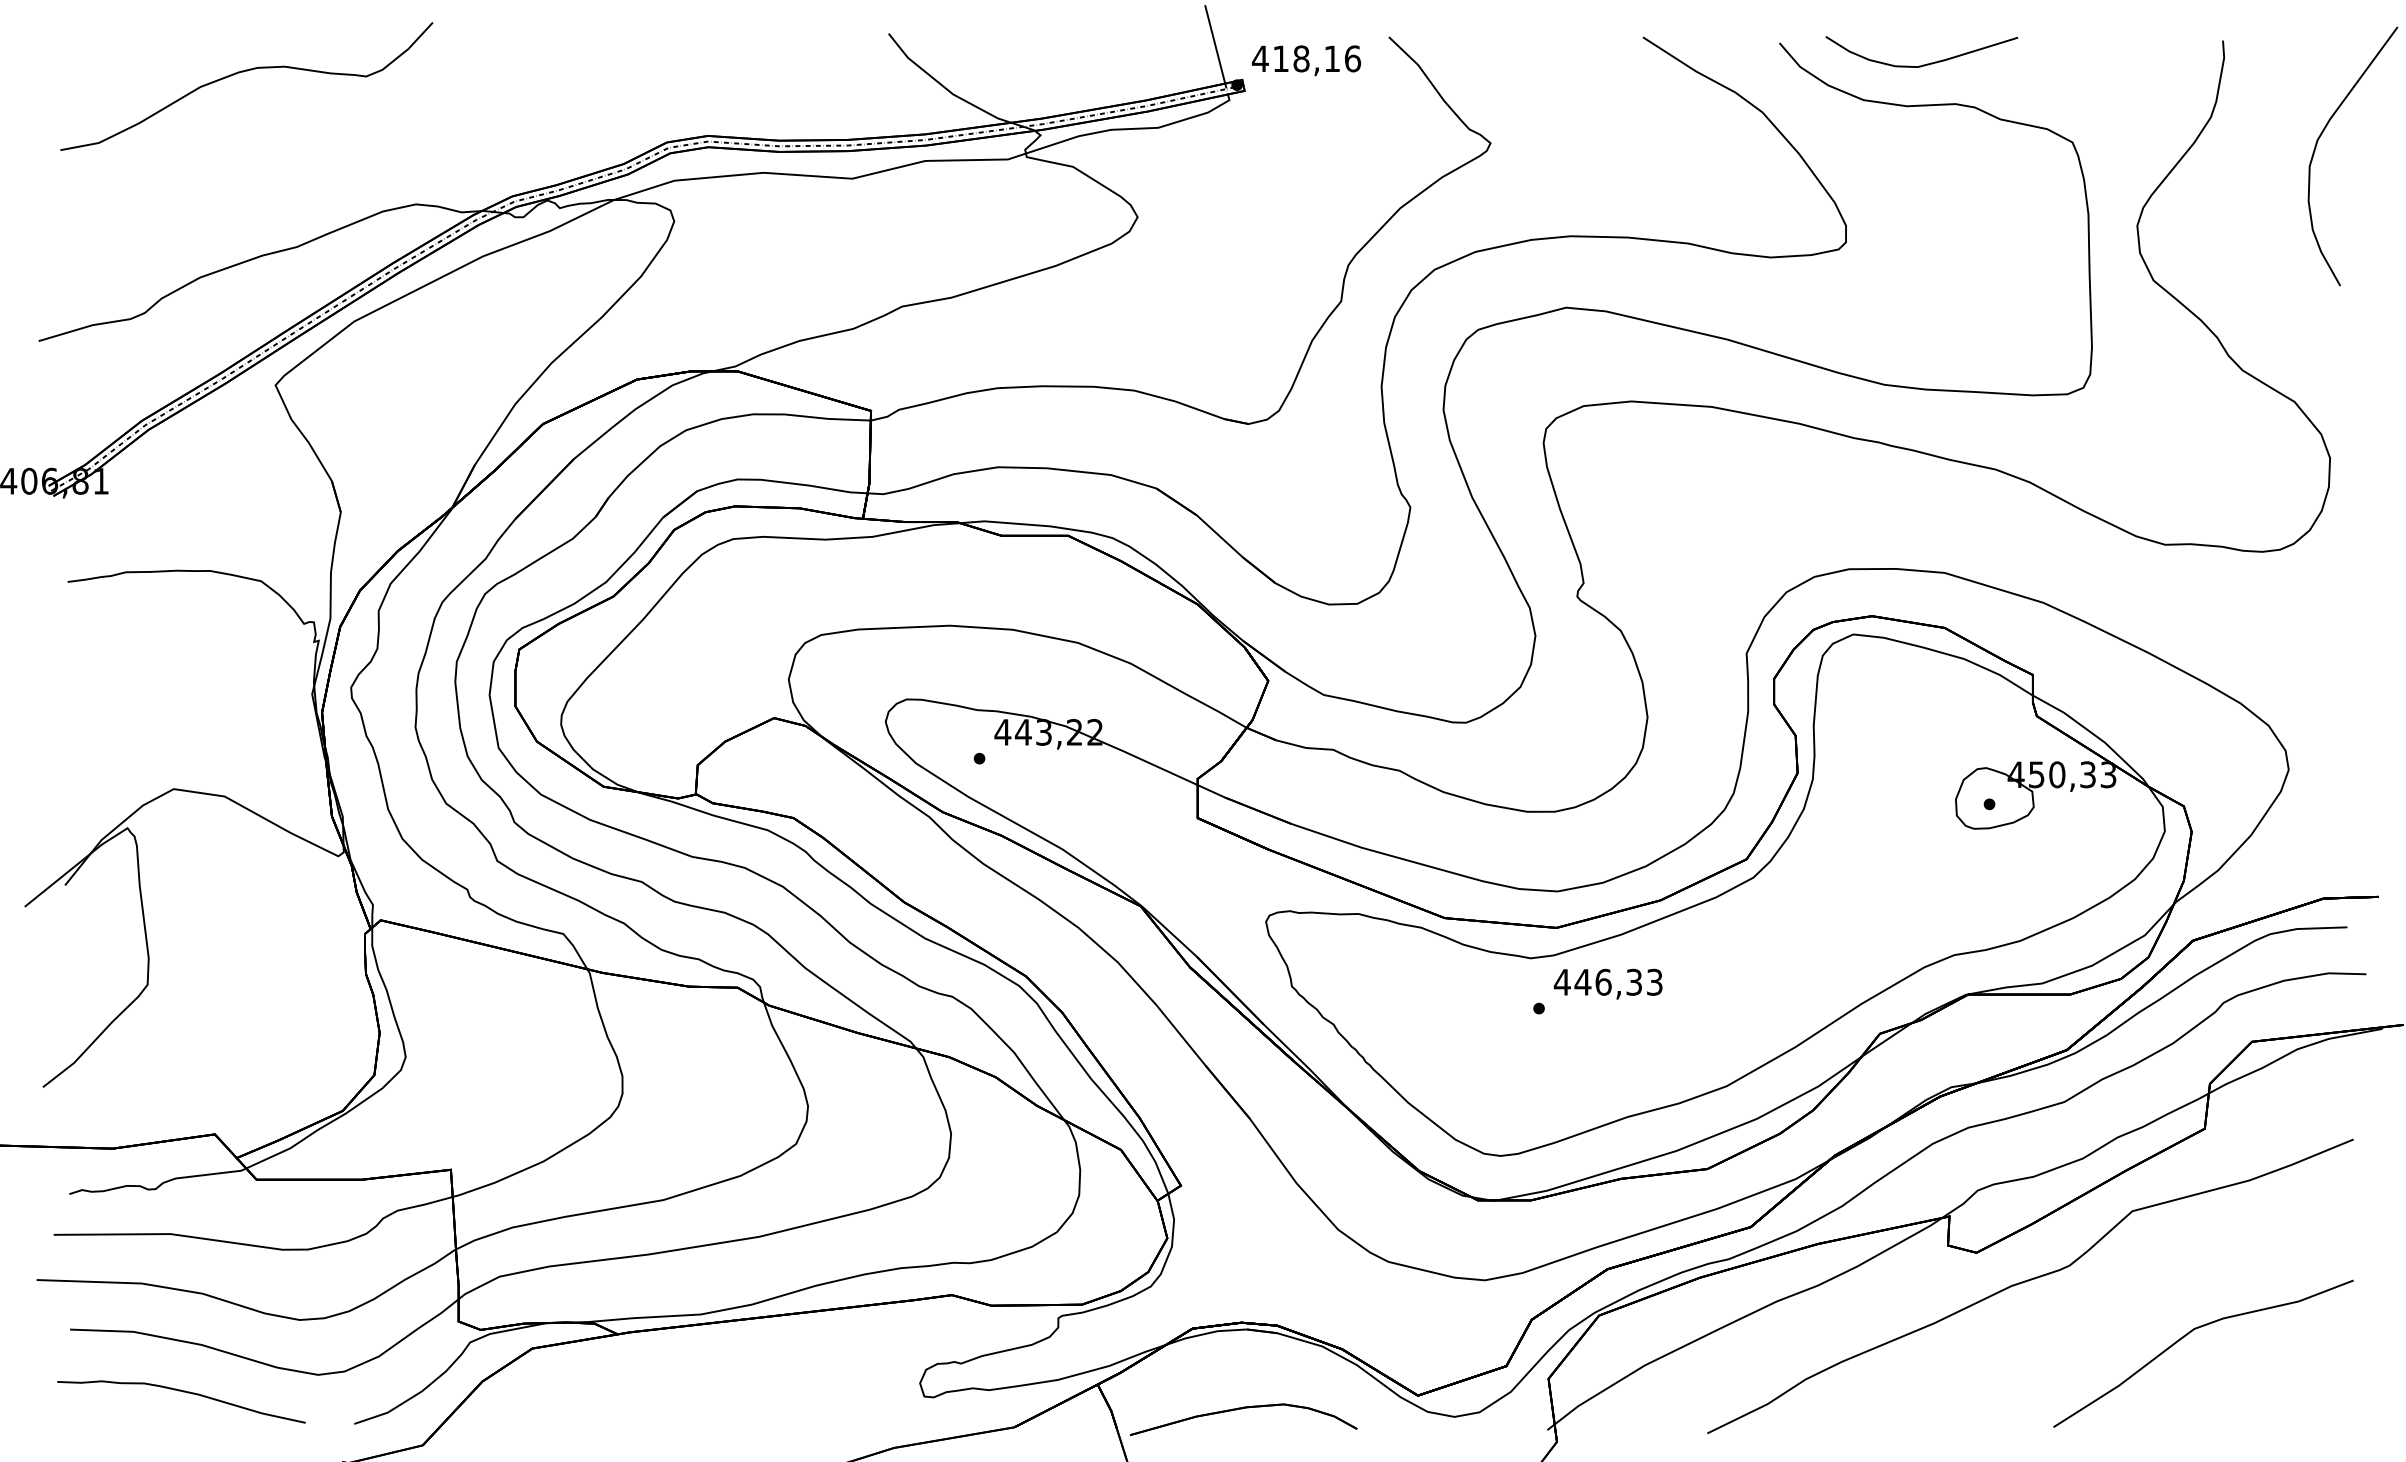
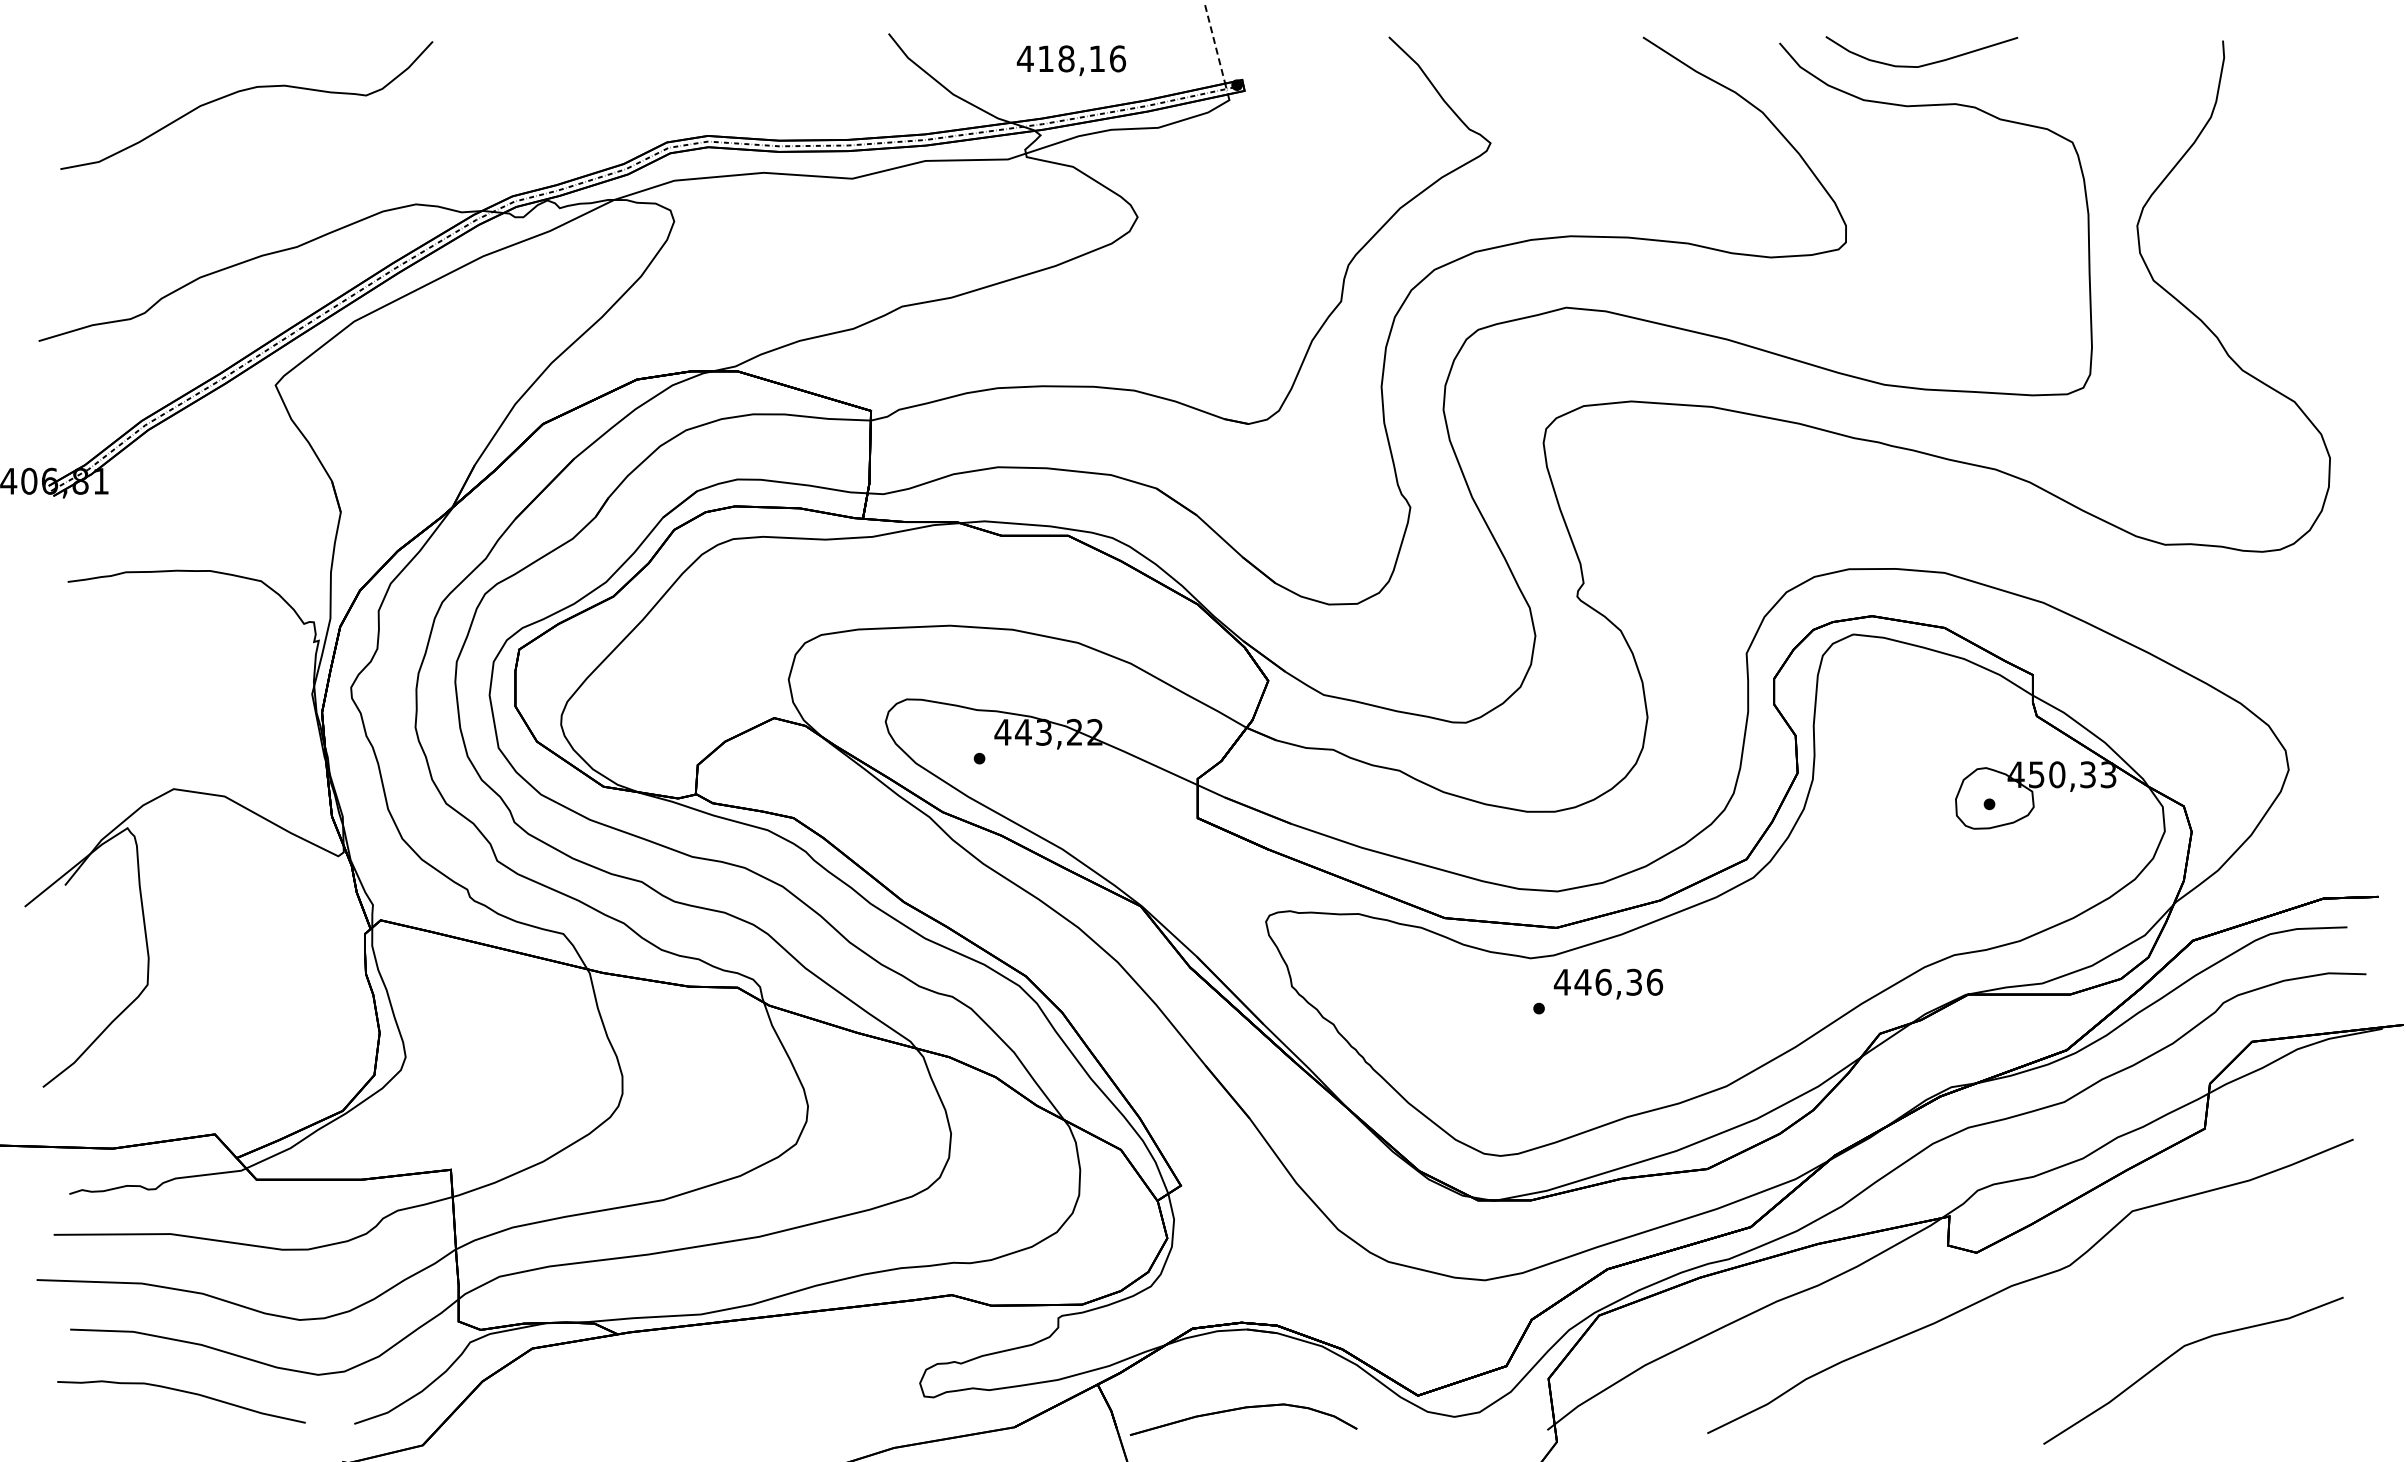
line at (1215, 44): solid -> dashed
text at (1306, 60) position: (1306, 60) -> (1071, 60)
curve at (243, 72) position: (243, 72) -> (243, 91)
curve at (2317, 144): present -> none
text at (1655, 981): 446,33 -> 446,36
curve at (2187, 1335) position: (2187, 1335) -> (2177, 1352)
